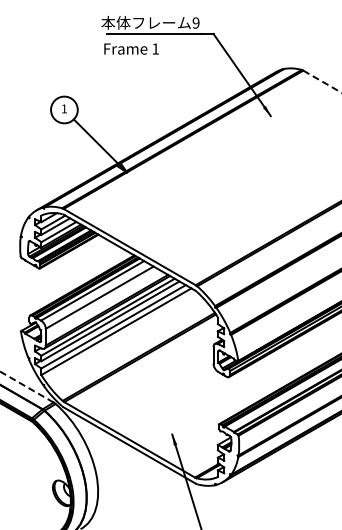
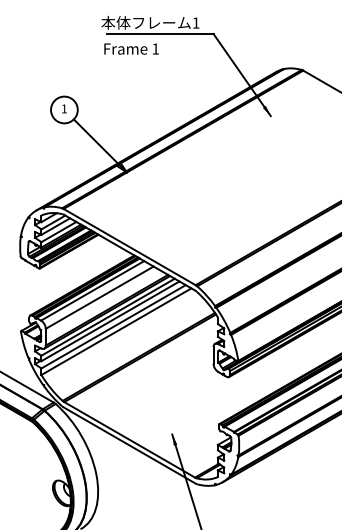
text at (195, 22): 9 -> 1
line at (322, 81): dashed -> solid
line at (27, 387): dashed -> solid
